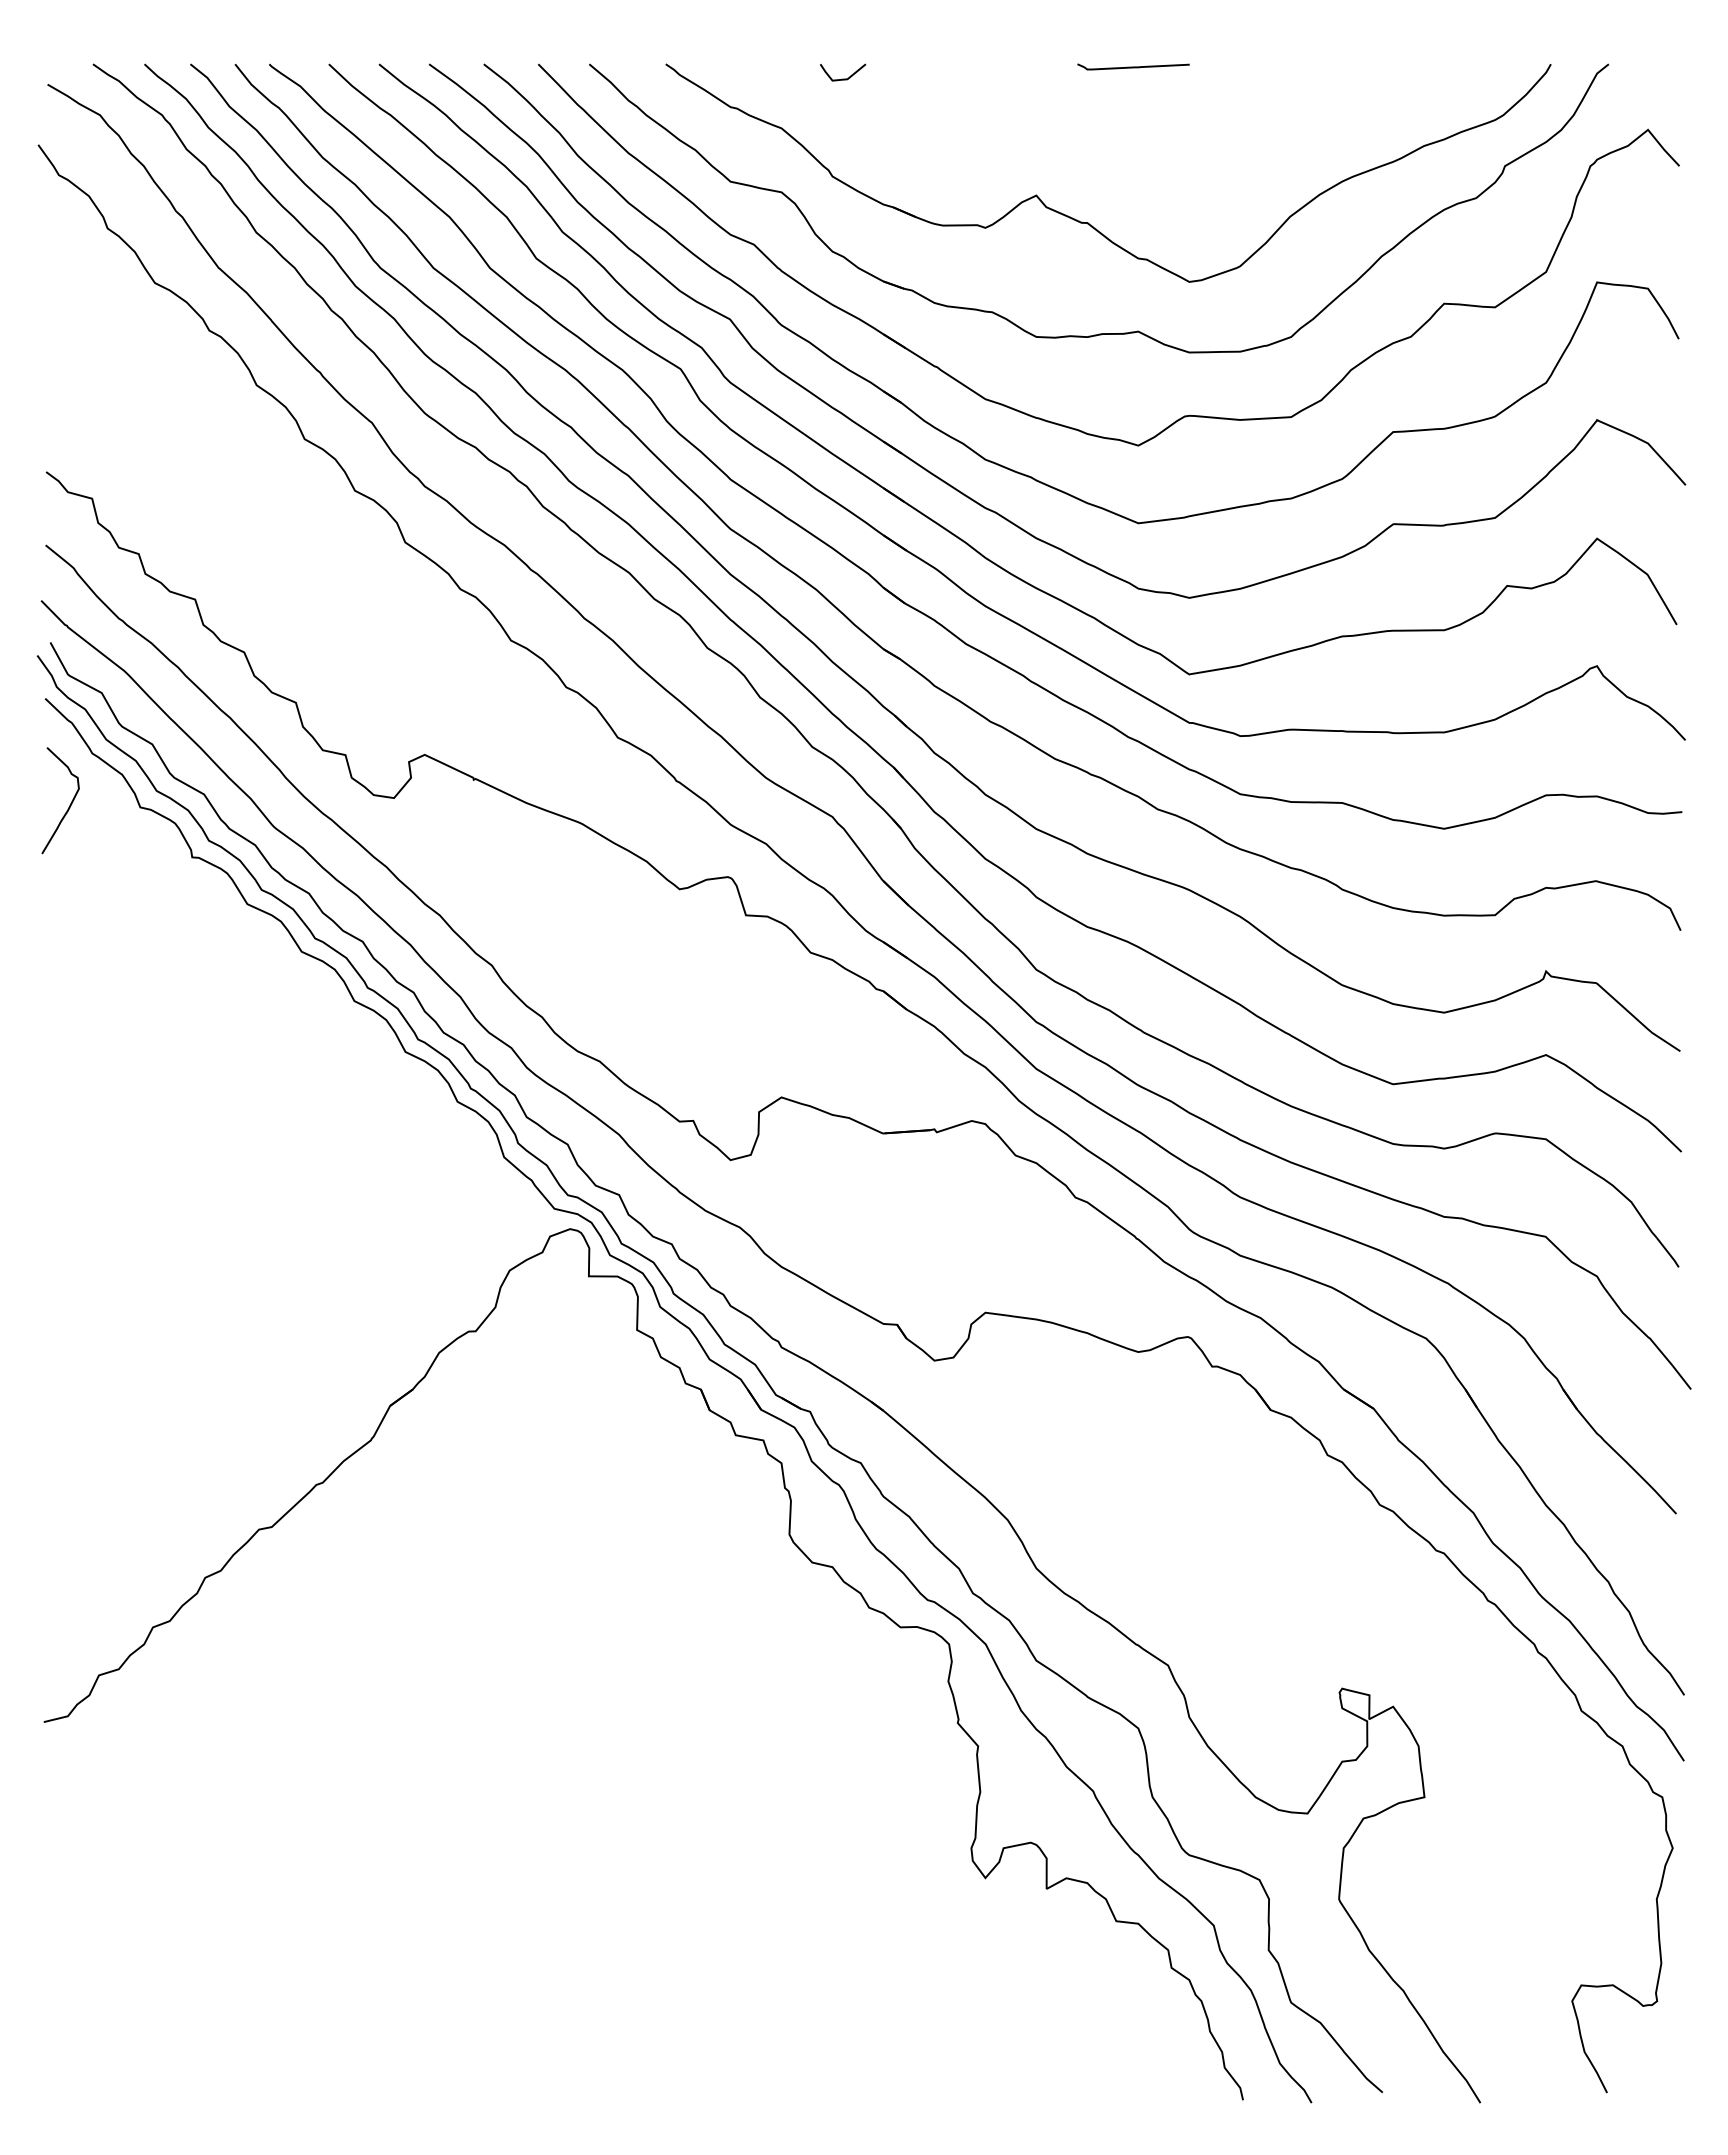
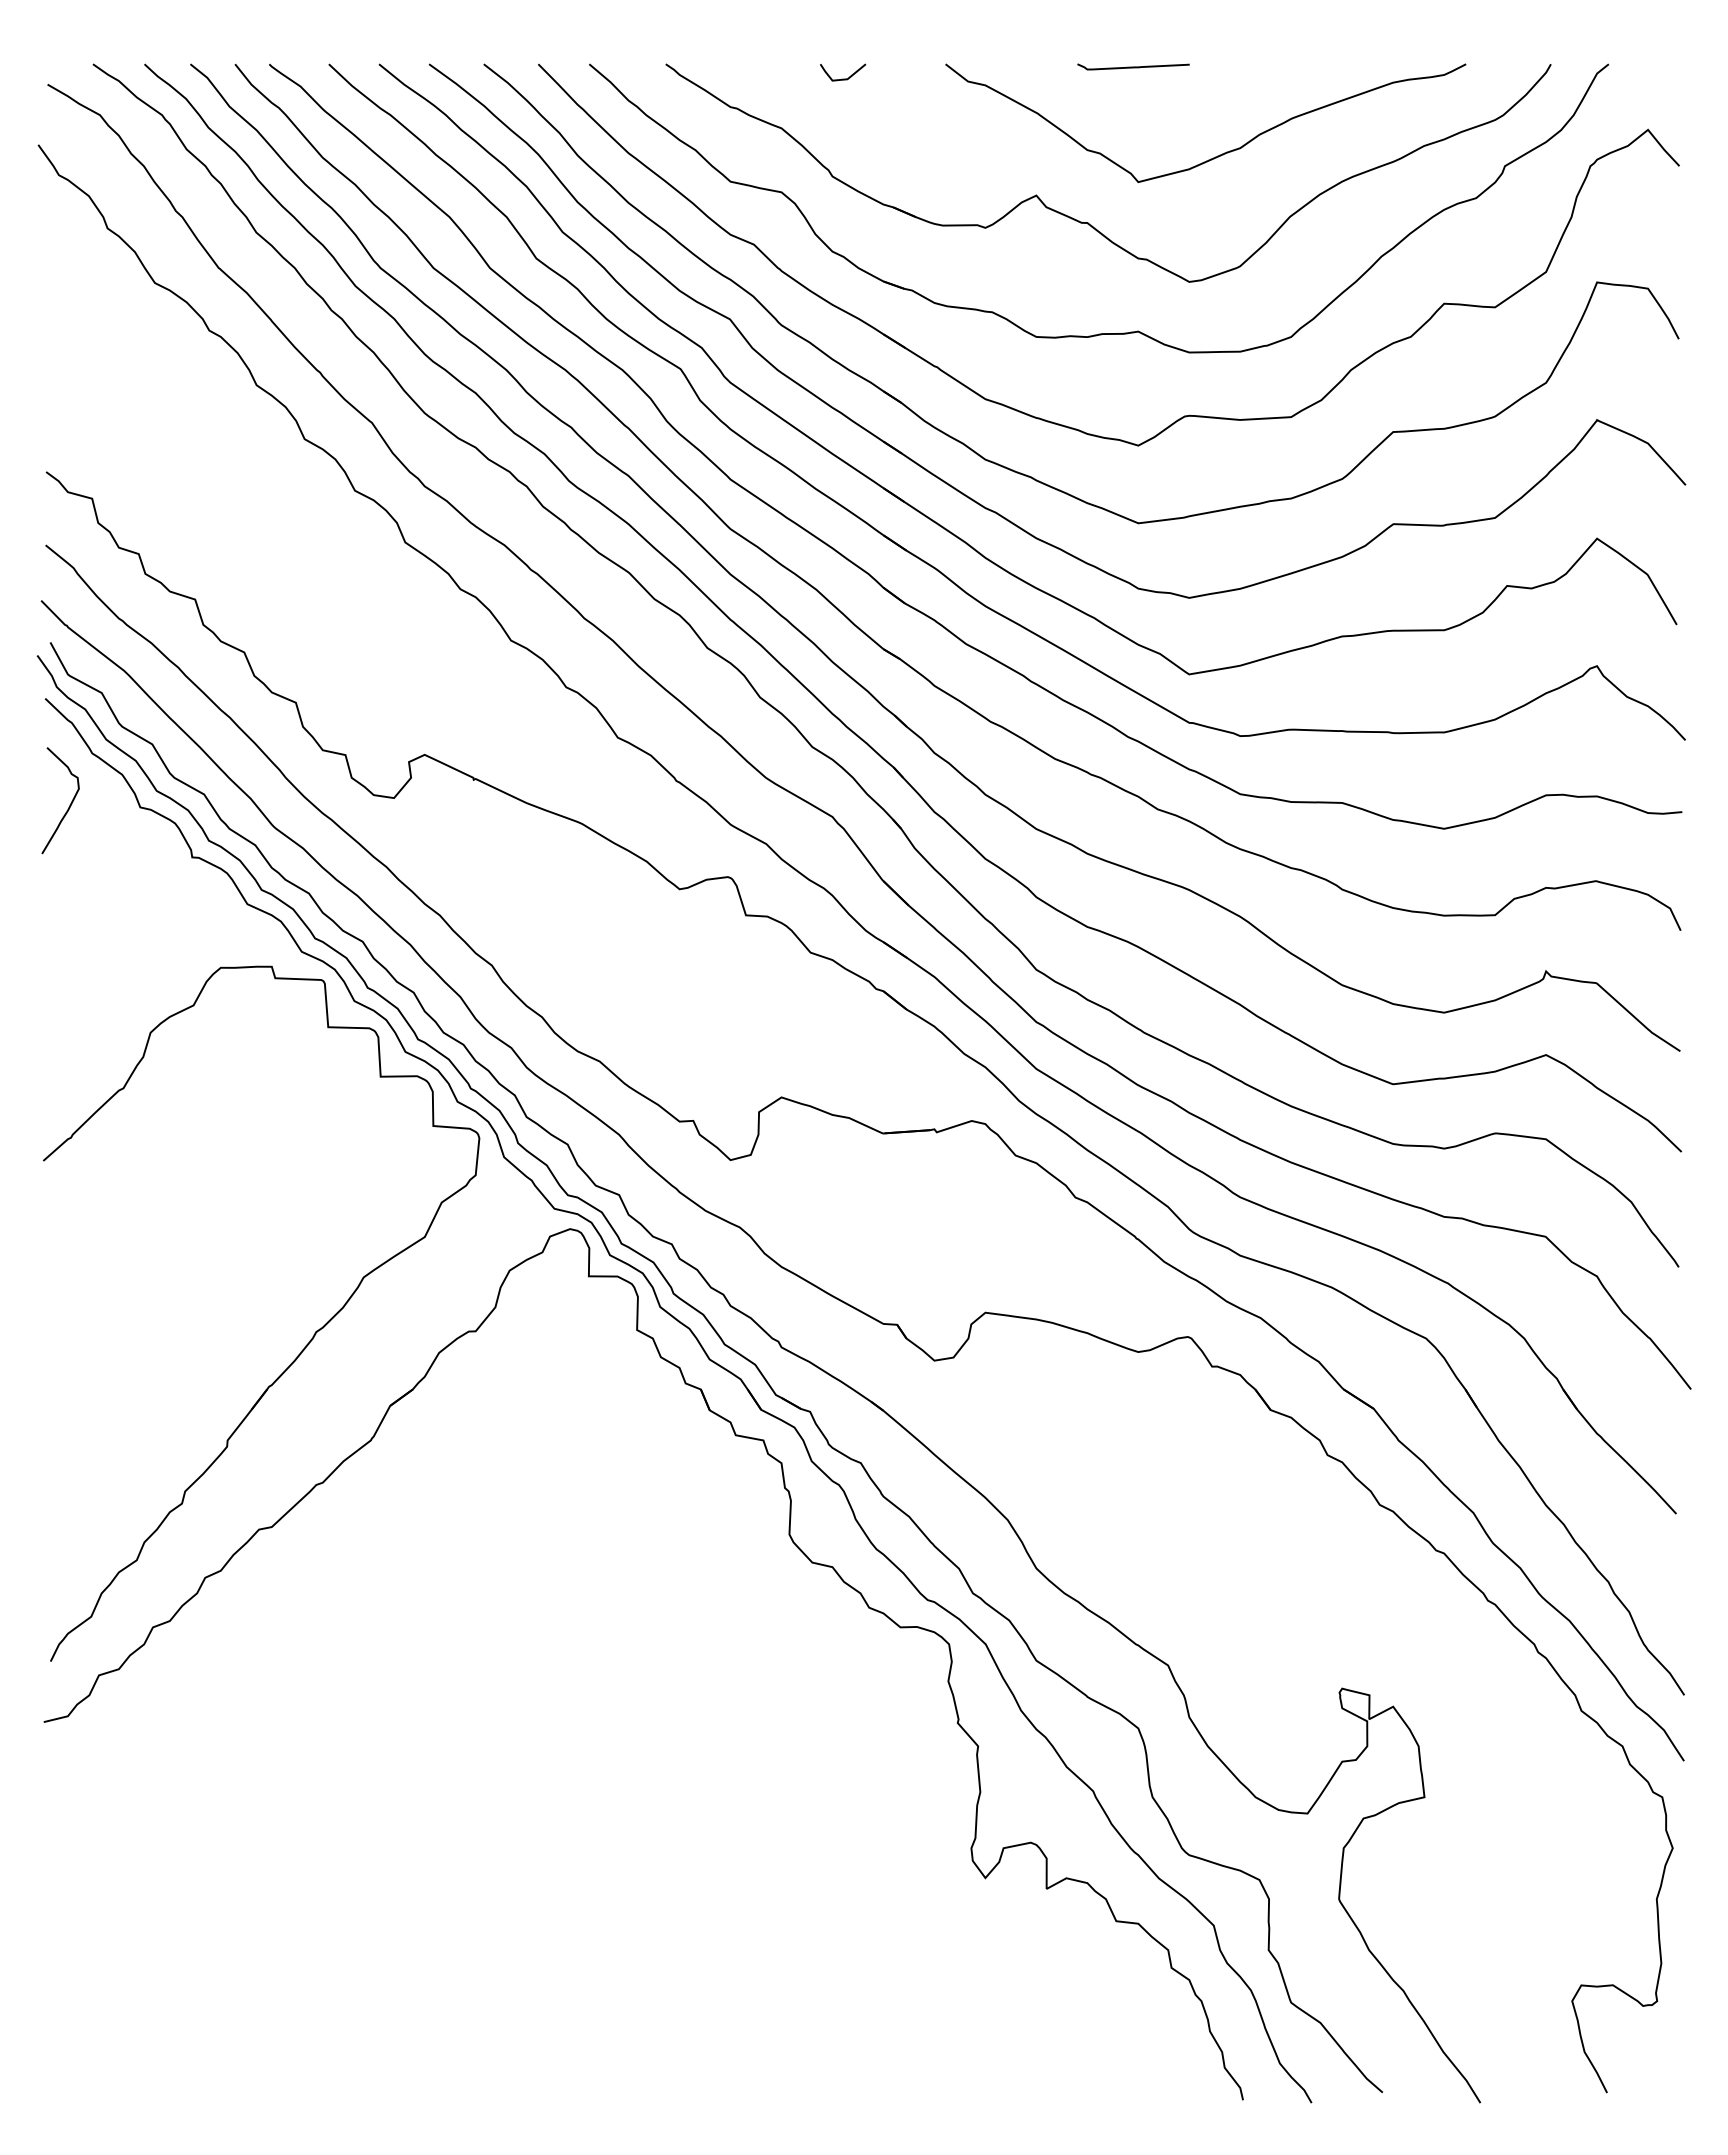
curve at (1217, 155): none -> present
part at (305, 1345): none -> present
